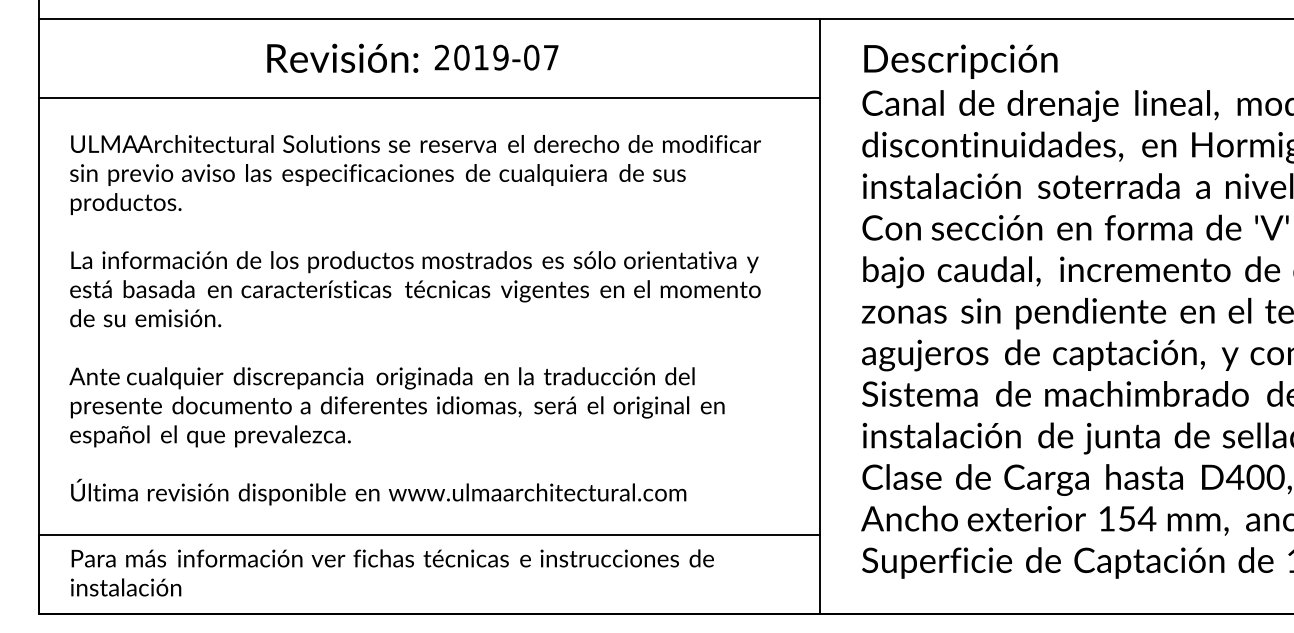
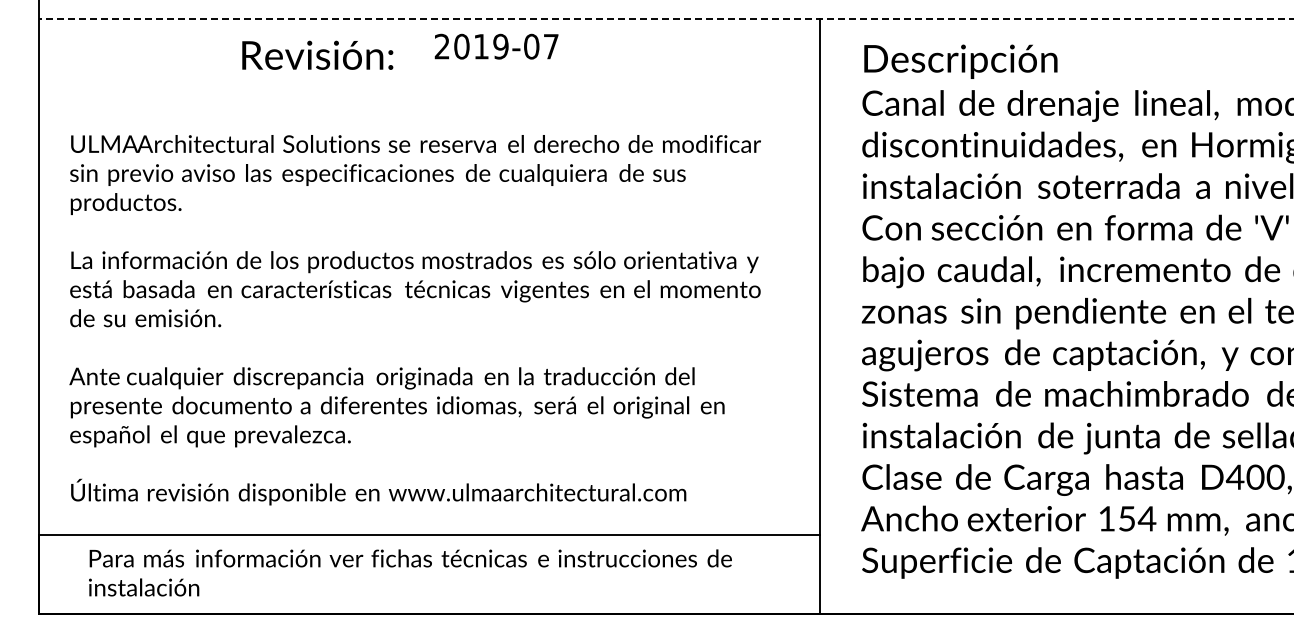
line at (665, 18): solid -> dashed
text at (342, 57) position: (342, 57) -> (317, 54)
text at (496, 57) position: (496, 57) -> (496, 46)
line at (428, 98): present -> none
text at (392, 572) position: (392, 572) -> (410, 572)
